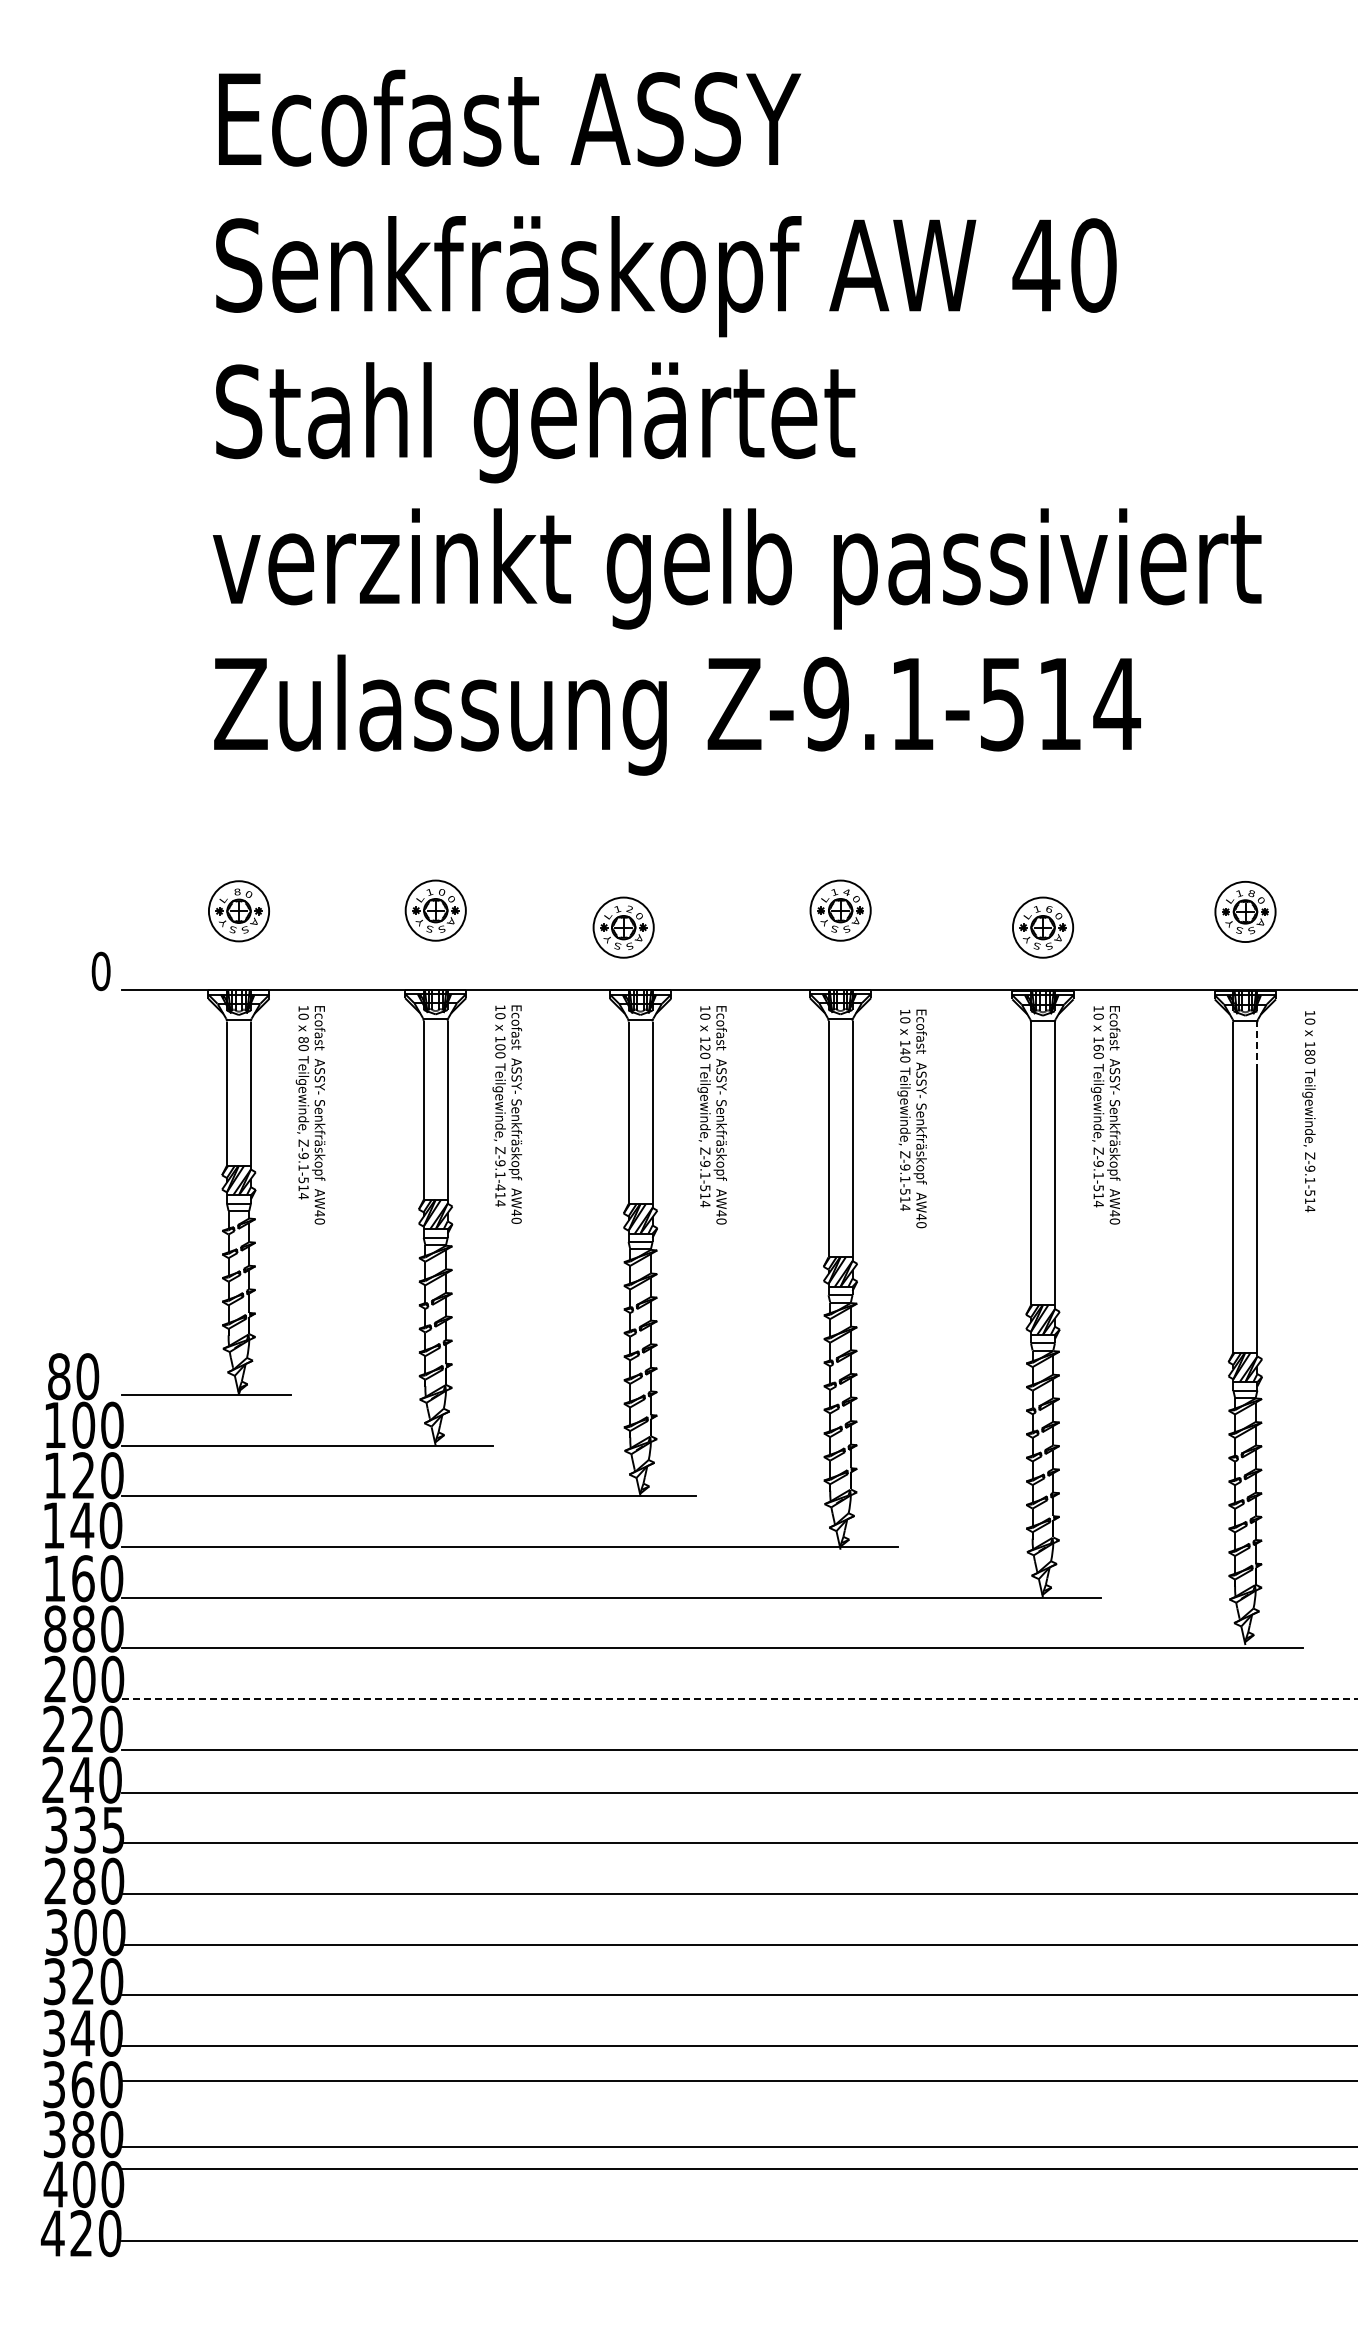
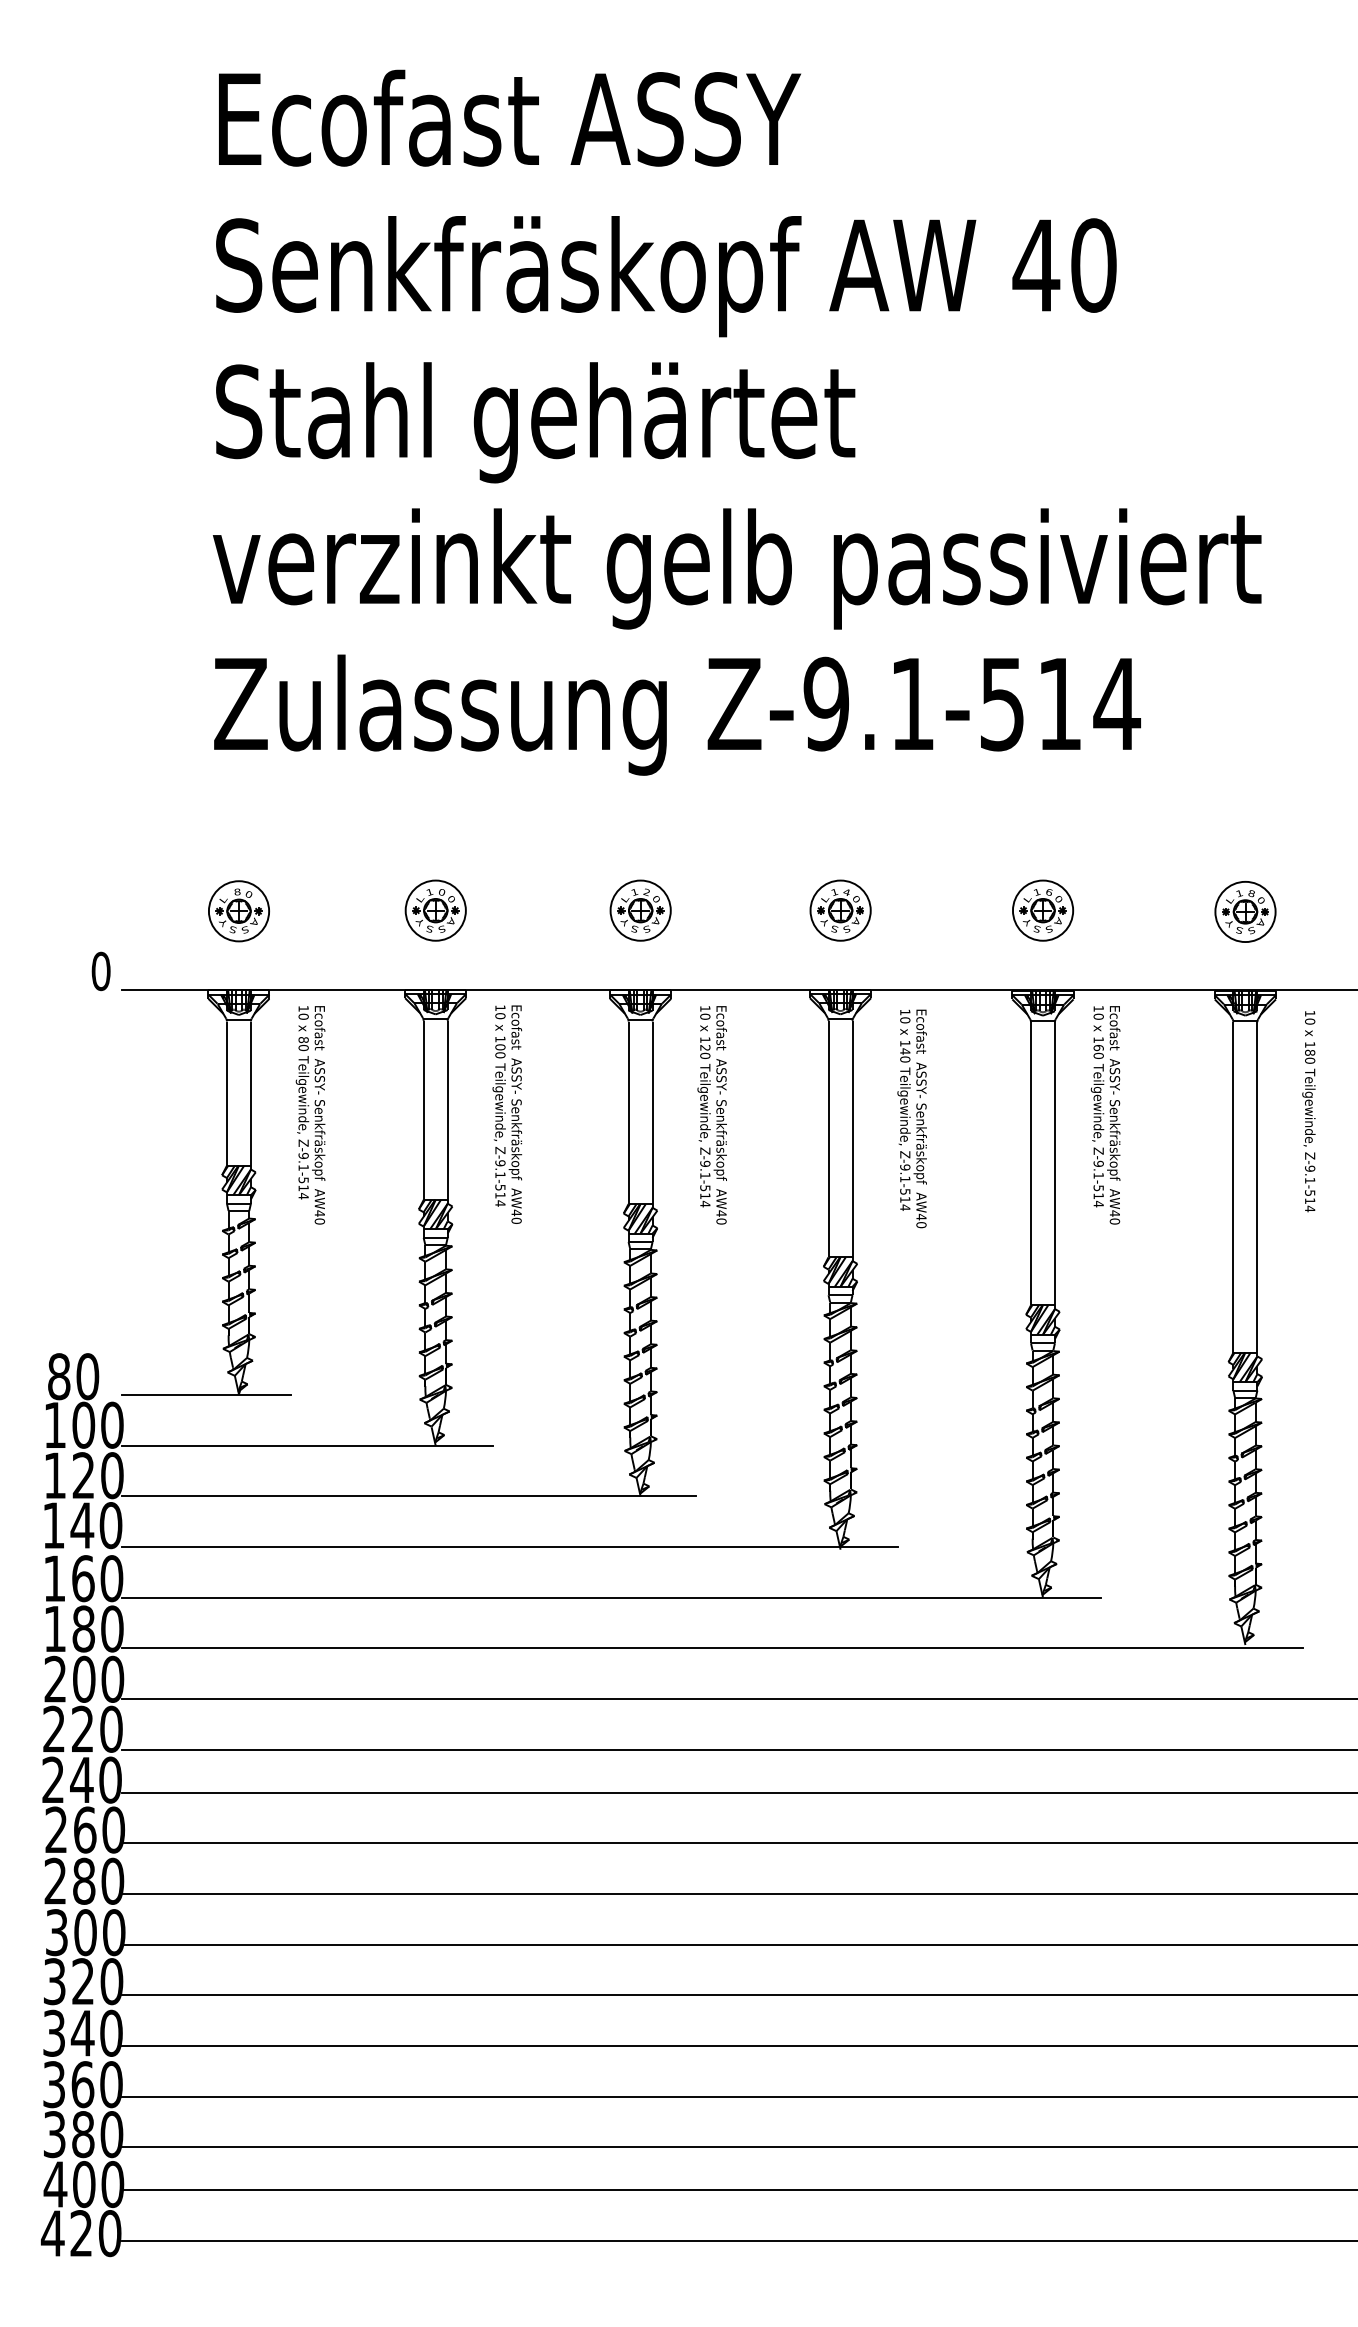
part at (623, 927) position: (623, 927) -> (640, 910)
part at (1043, 927) position: (1043, 927) -> (1043, 910)
line at (1257, 1046): dashed -> solid
text at (500, 1187): Z-9.1-414 -> Z-9.1-514
text at (55, 1628): 880 -> 180
line at (739, 1698): dashed -> solid
text at (85, 1829): 335 -> 260
line at (738, 2080) position: (738, 2080) -> (738, 2096)
line at (738, 2169) position: (738, 2169) -> (738, 2190)
